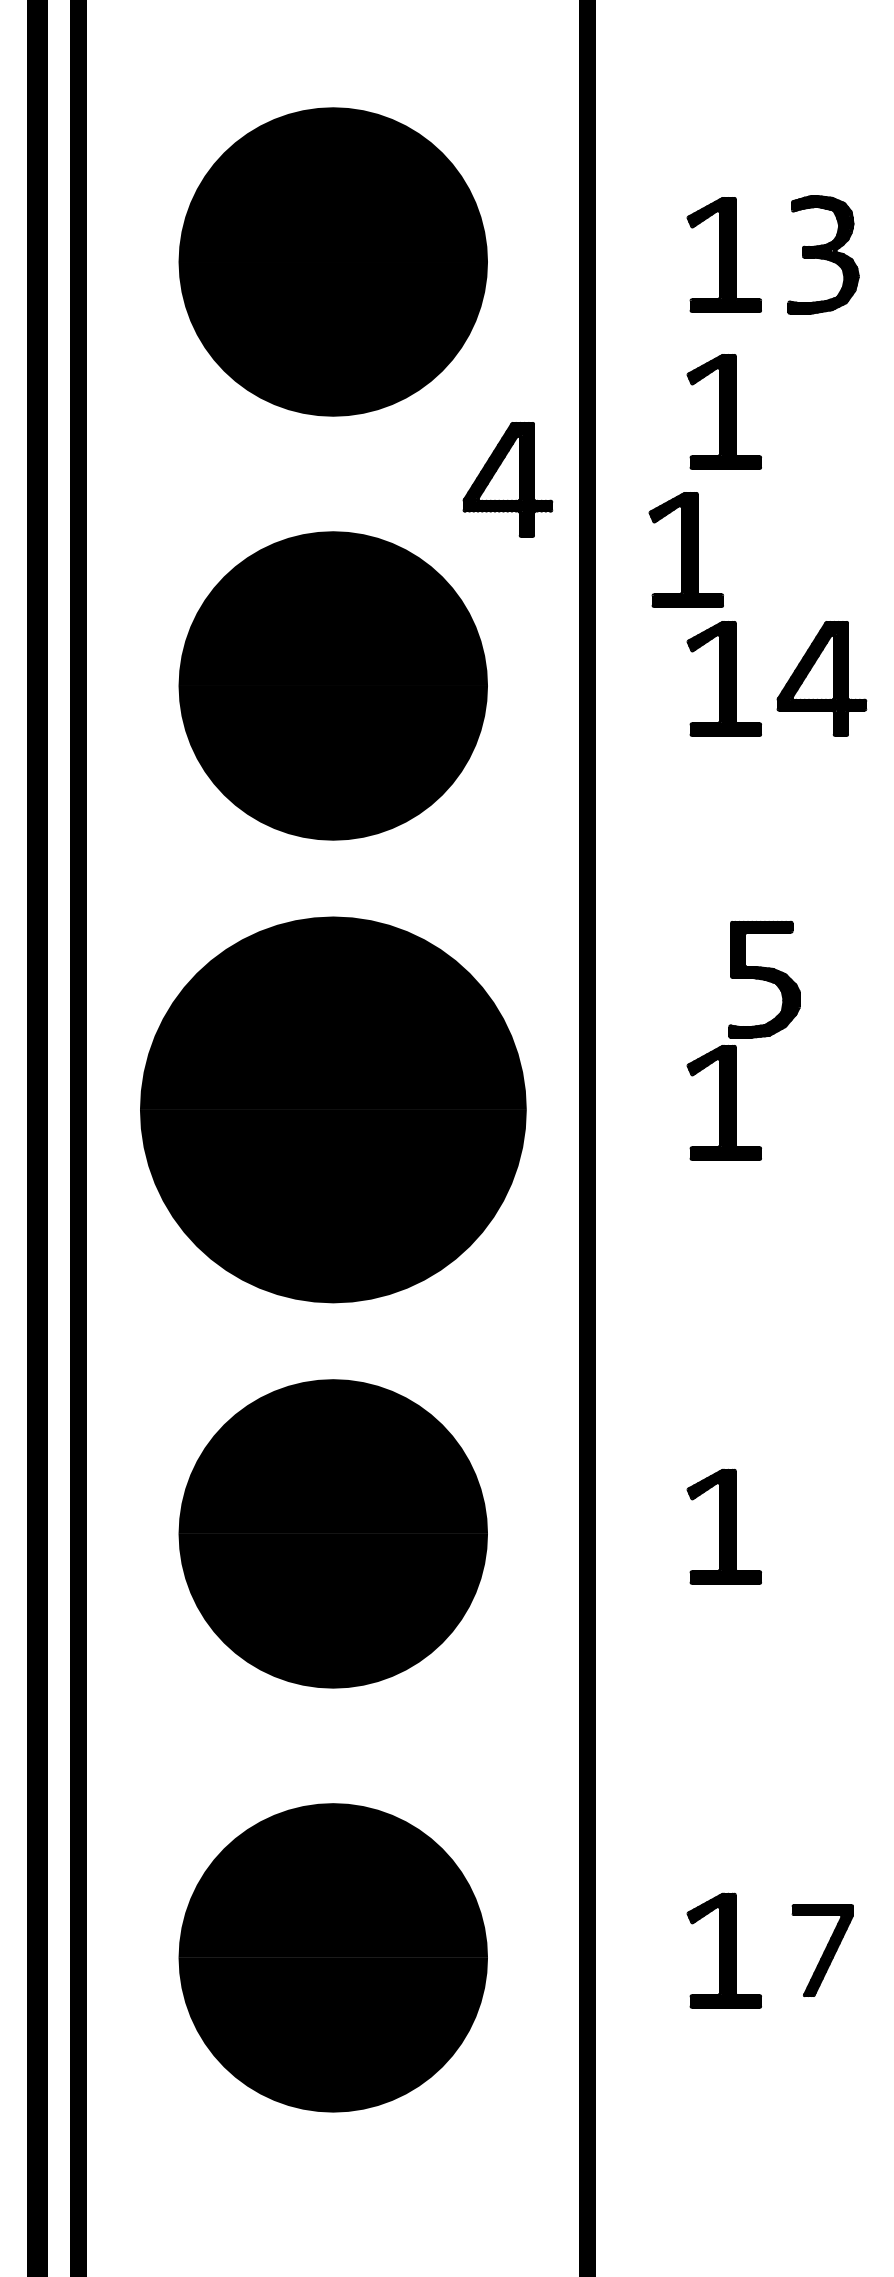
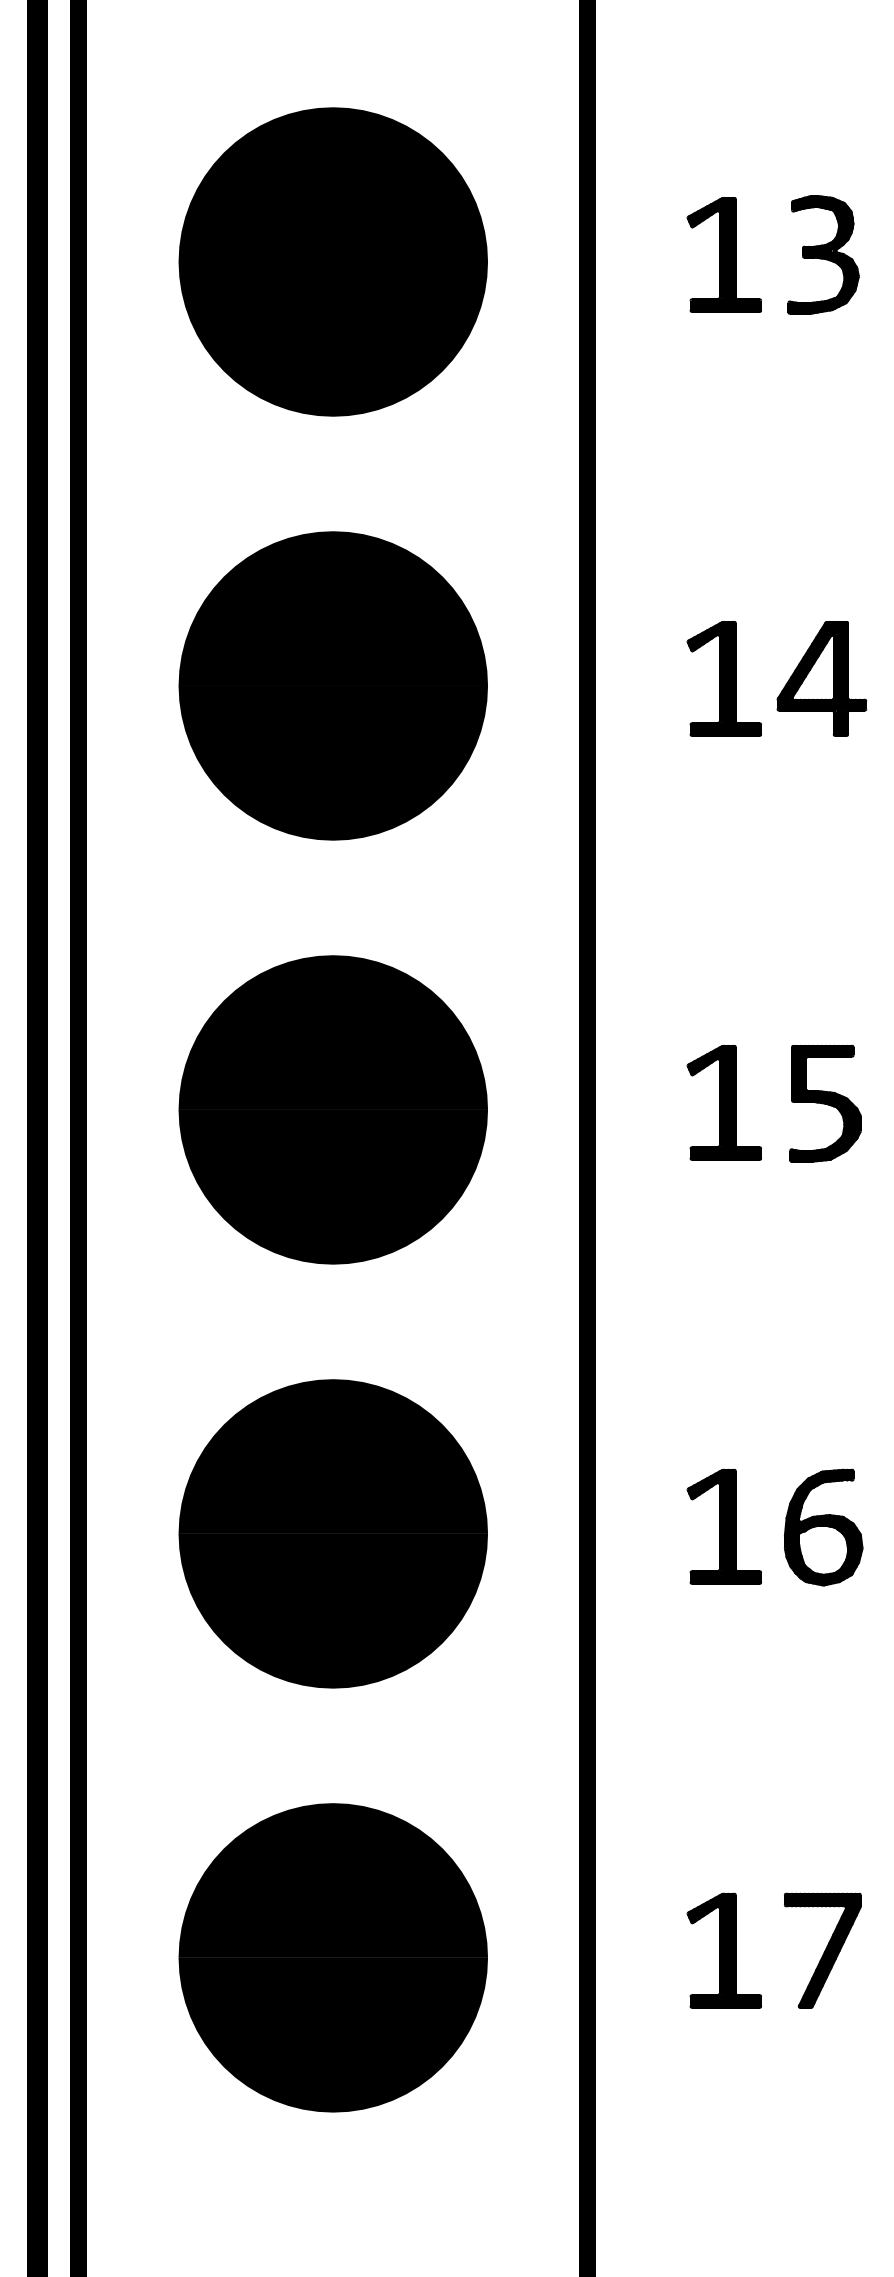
part at (723, 411): present -> none
part at (507, 479): present -> none
part at (685, 549): present -> none
part at (764, 979) position: (764, 979) -> (825, 1103)
part at (333, 1109) size: 387x388 px -> 310x310 px
part at (823, 1527): none -> present
part at (822, 1950) size: 63x93 px -> 78x117 px
